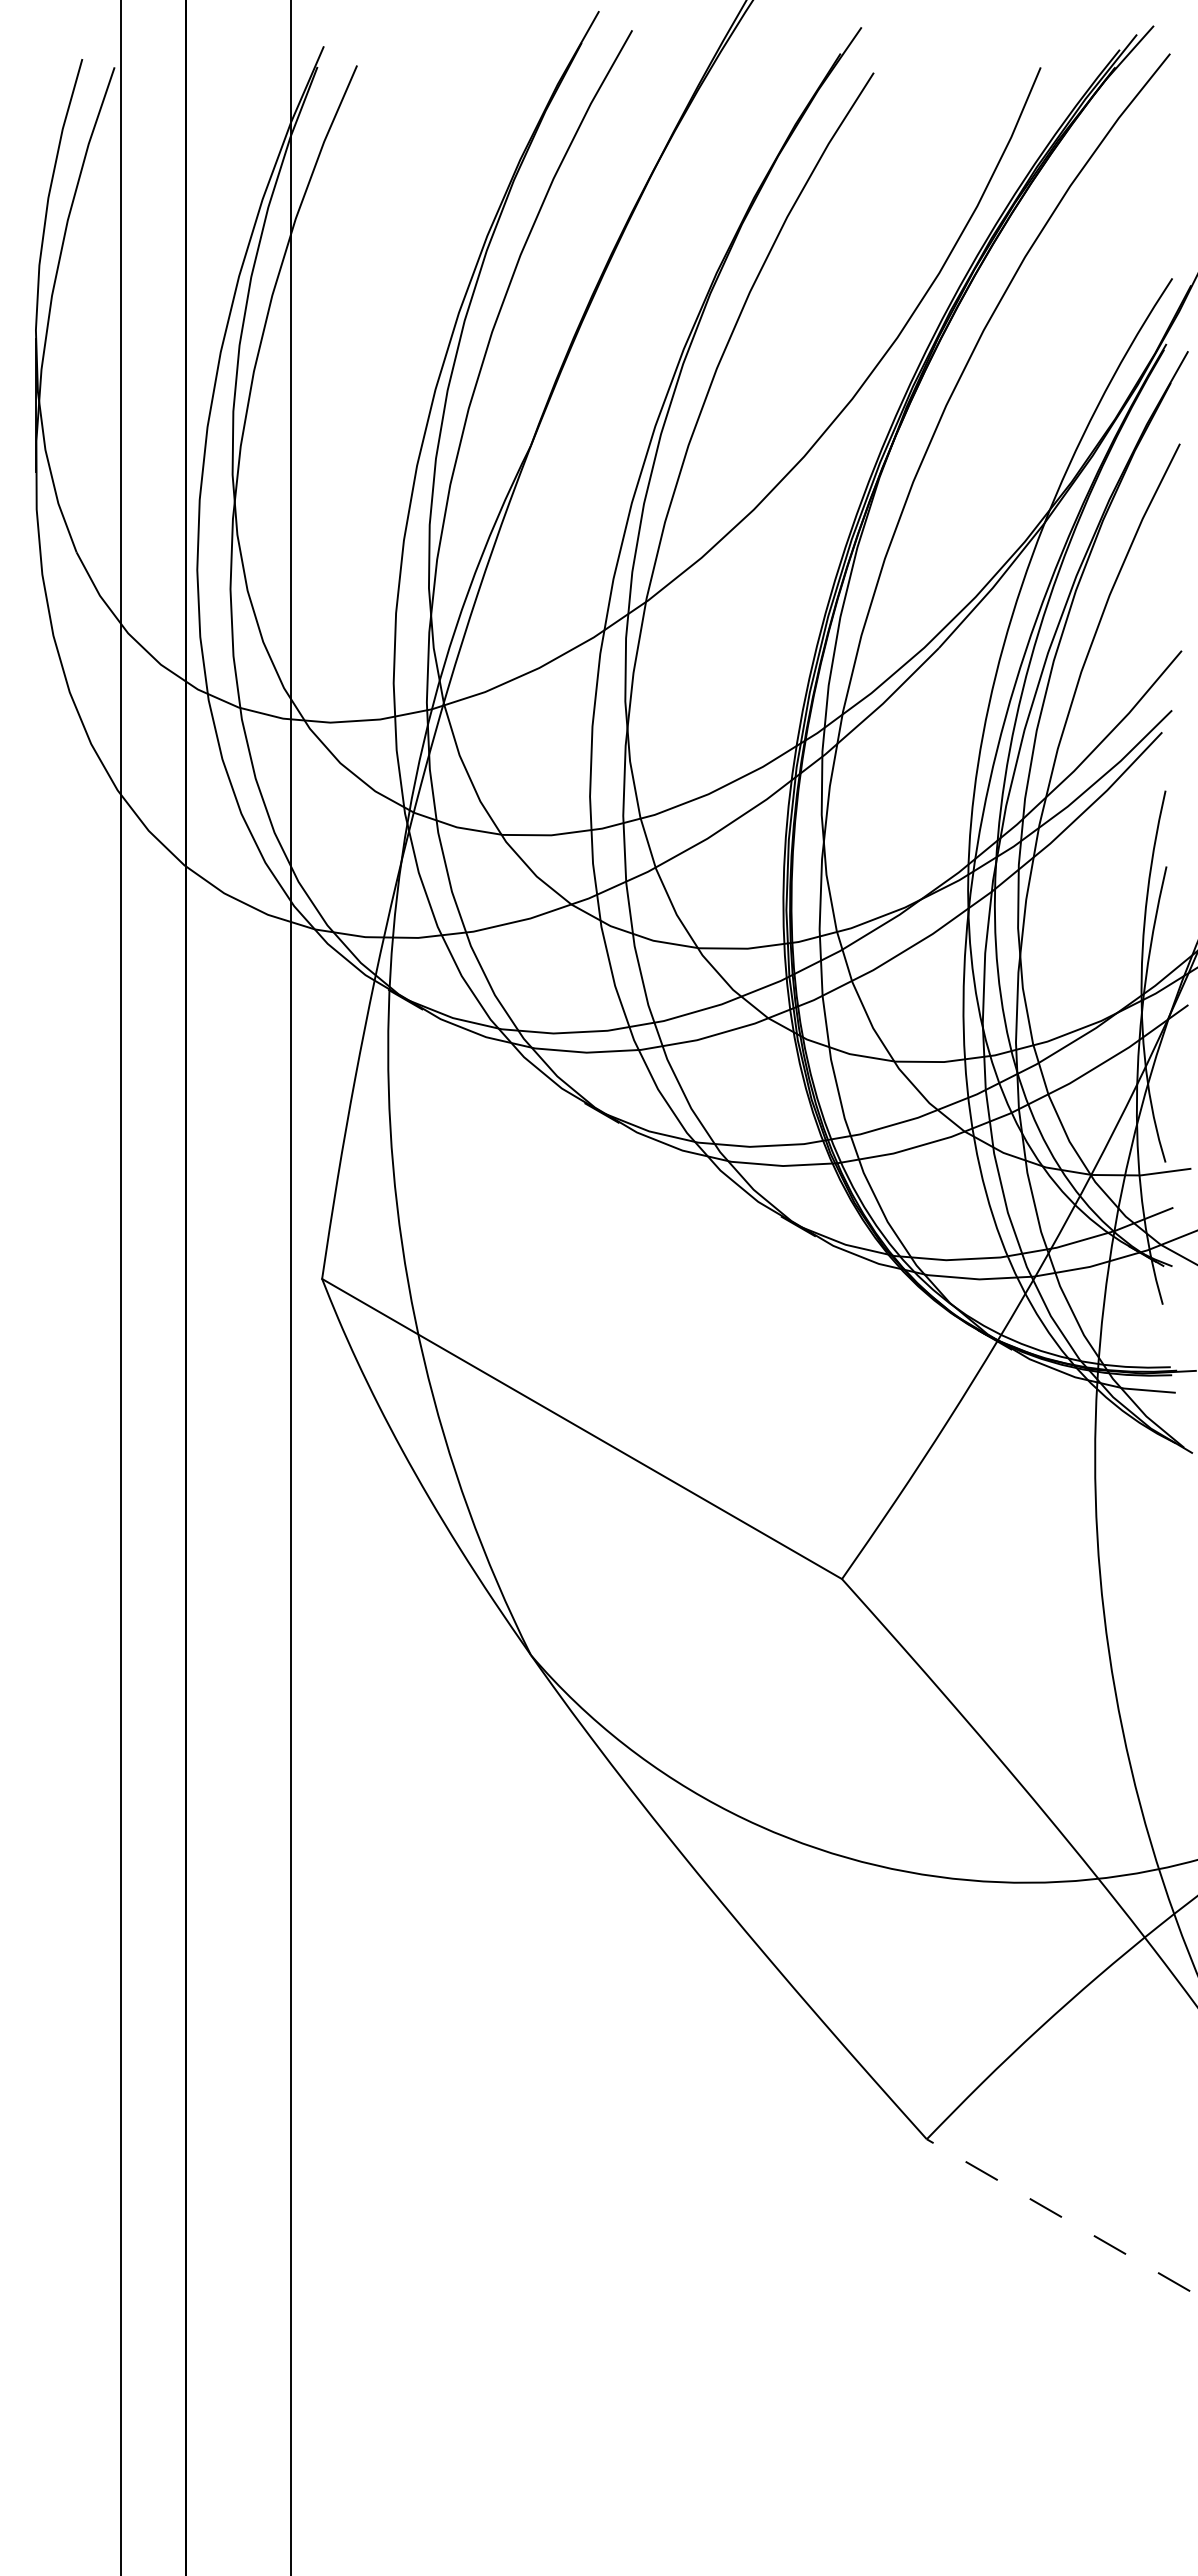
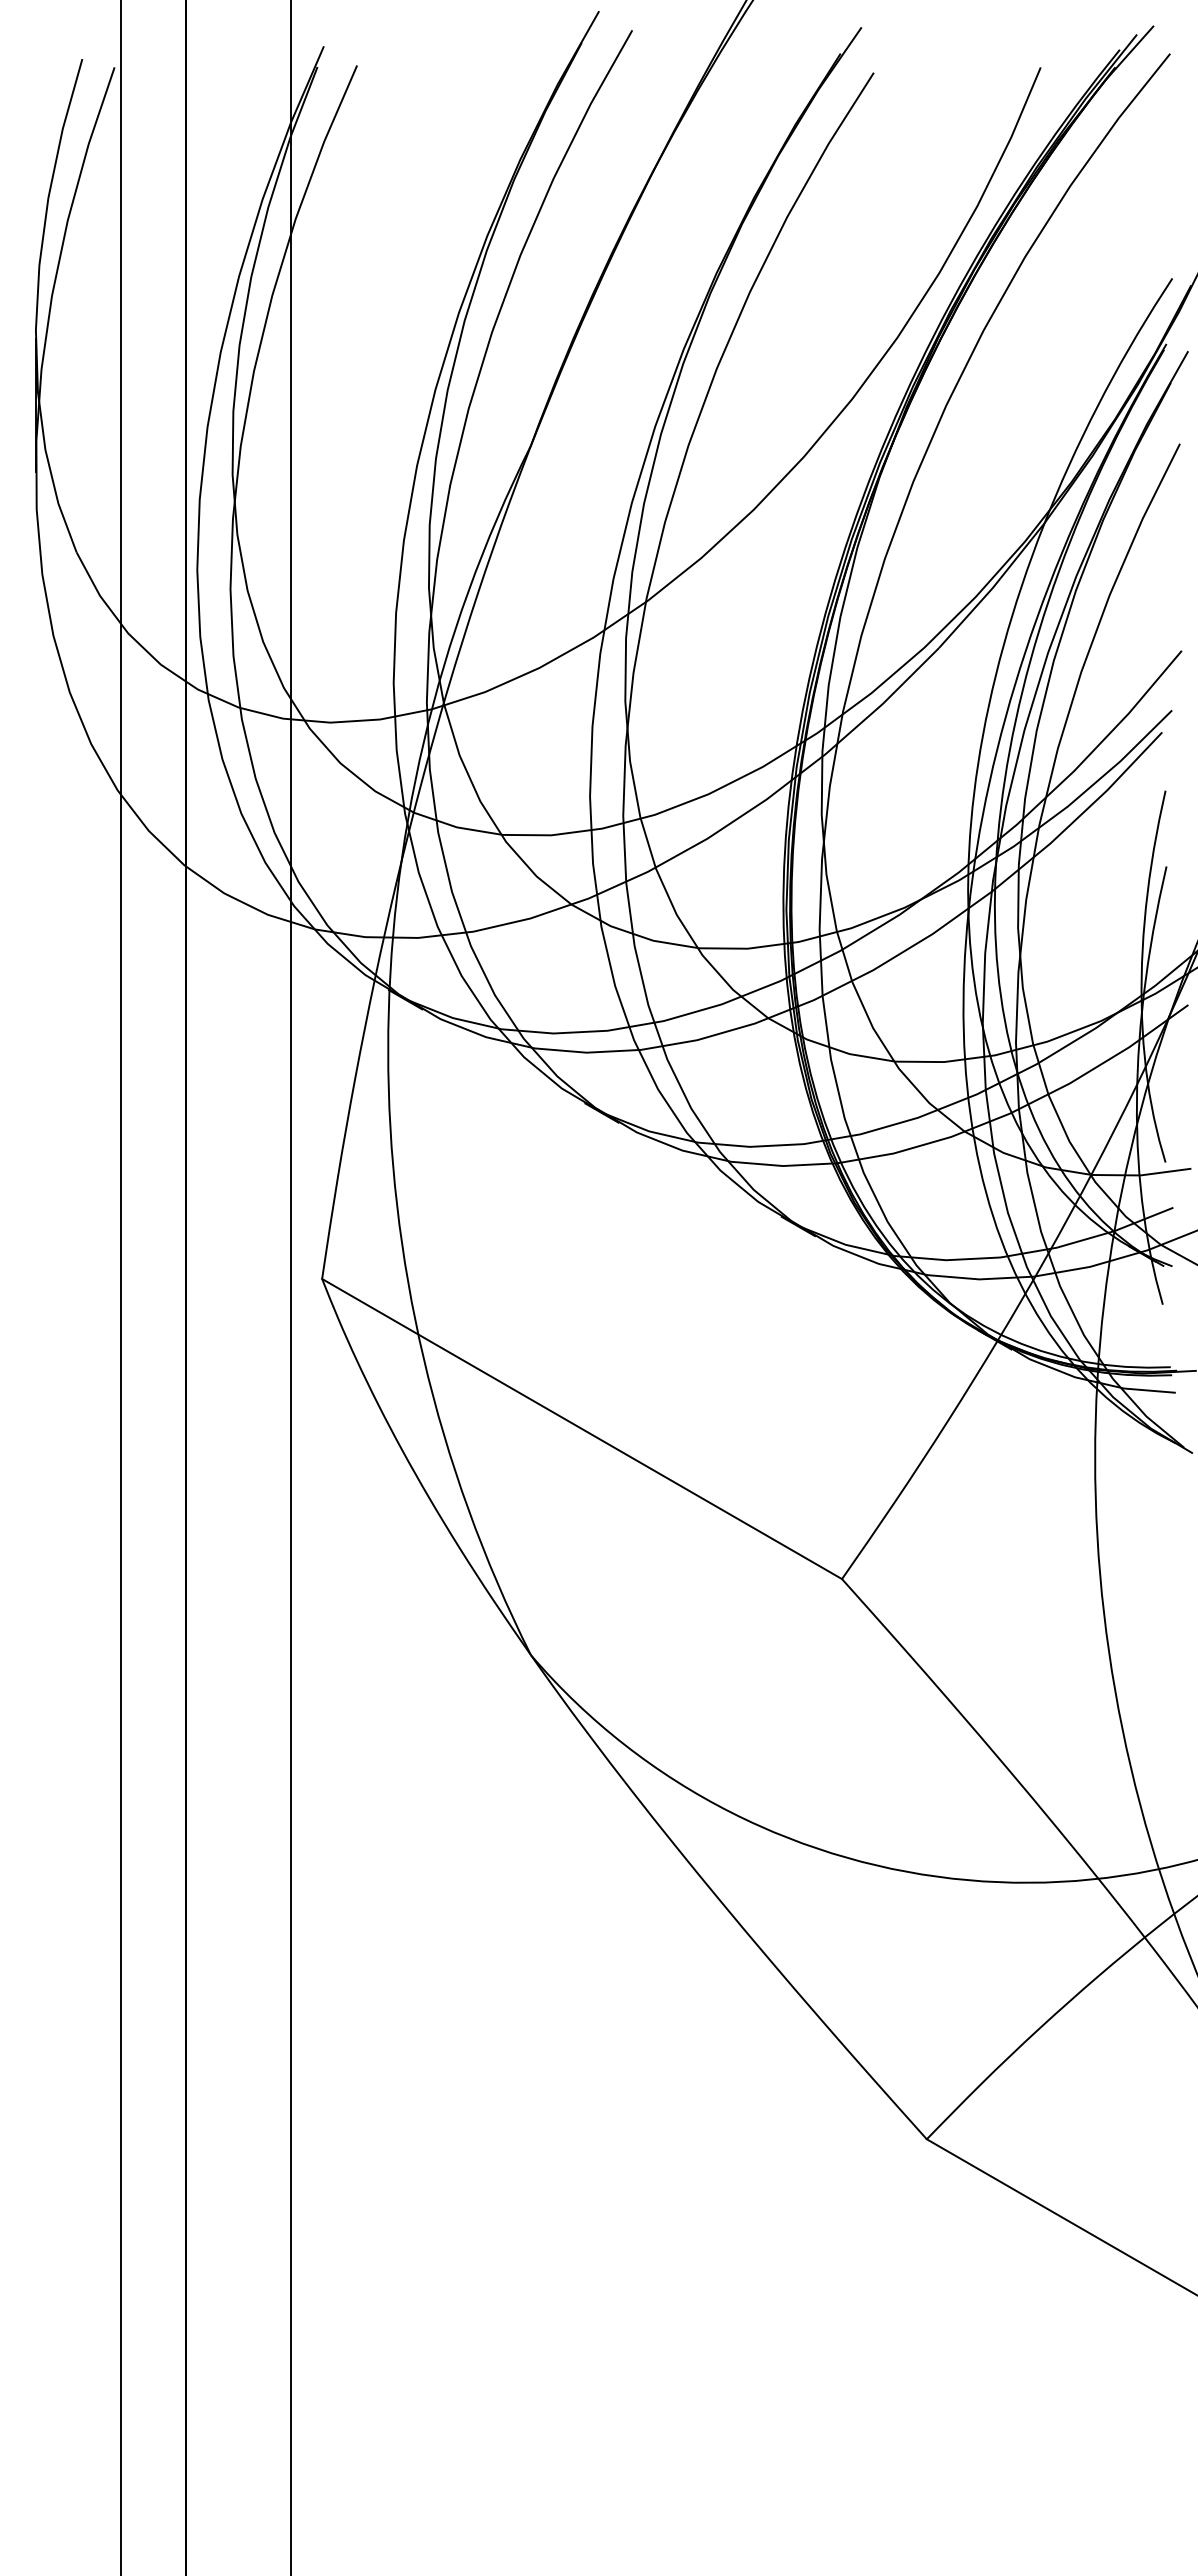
line at (1061, 2217): dashed -> solid
